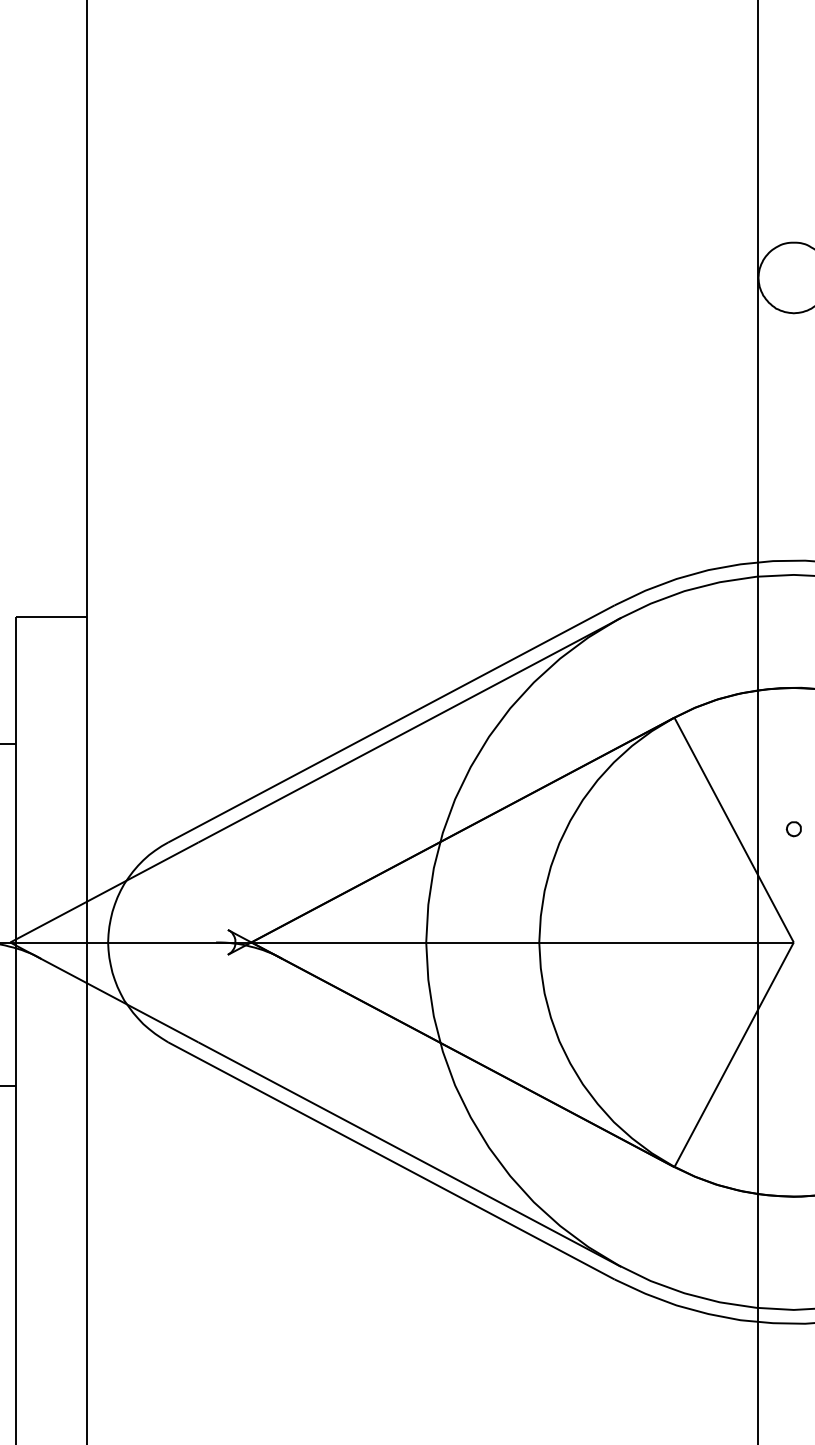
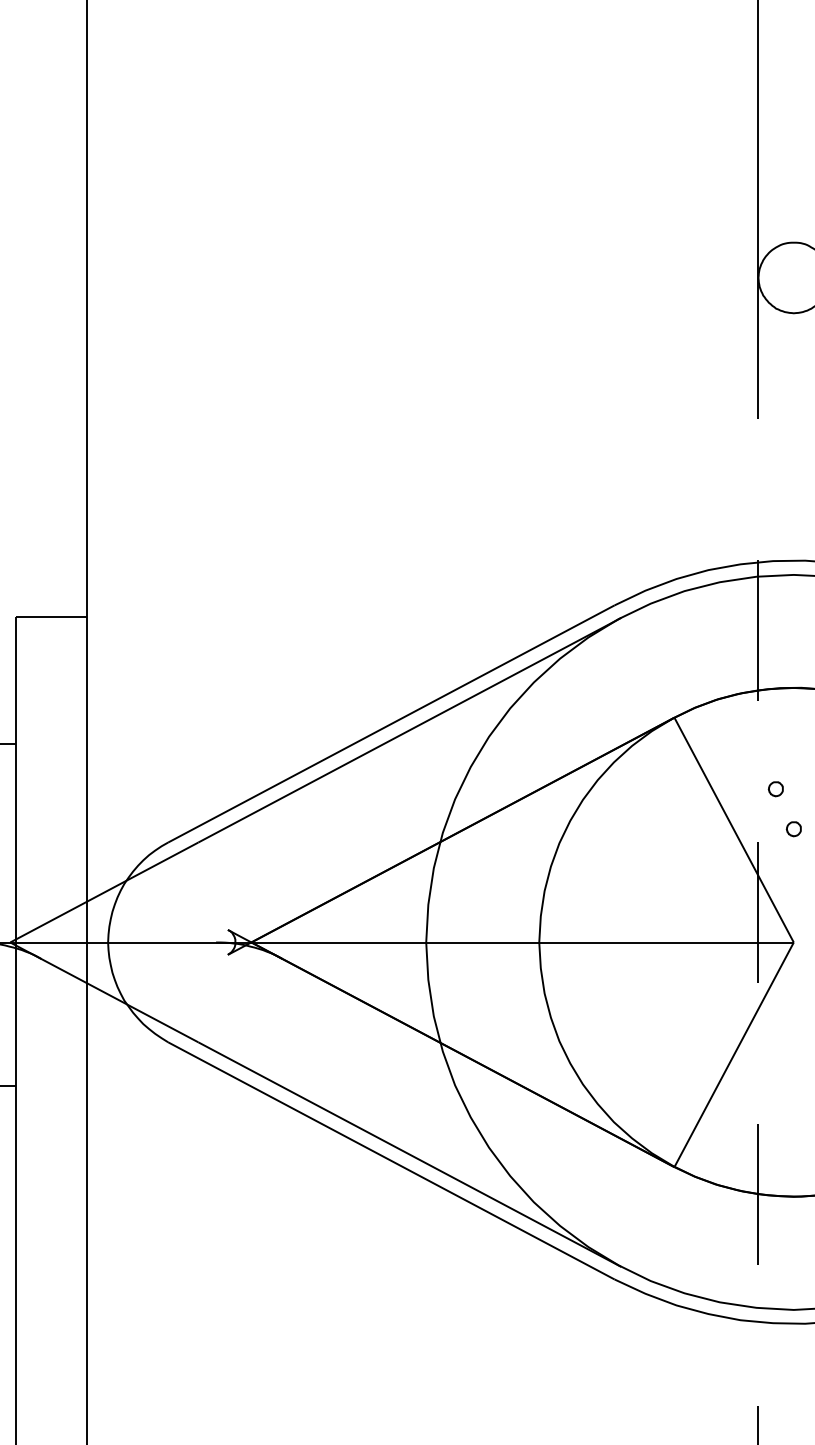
part at (775, 789): none -> present
line at (758, 862): solid -> dashed
